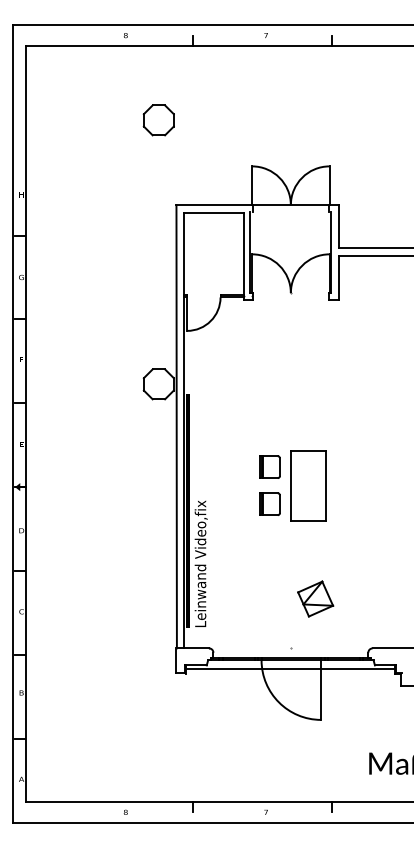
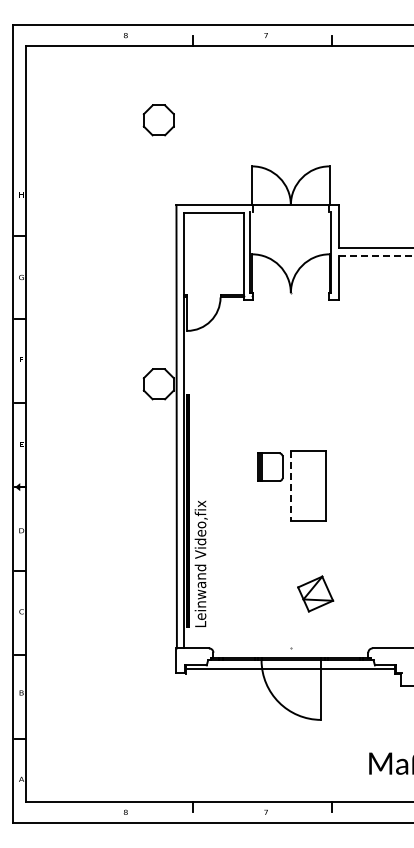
line at (376, 256): solid -> dashed
part at (269, 466) size: 22x24 px -> 27x30 px
line at (290, 486): solid -> dashed
part at (269, 503): present -> none
part at (315, 598) position: (315, 598) -> (315, 593)
